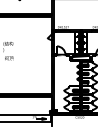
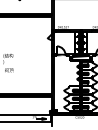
text at (8, 51) position: (8, 51) -> (8, 63)
